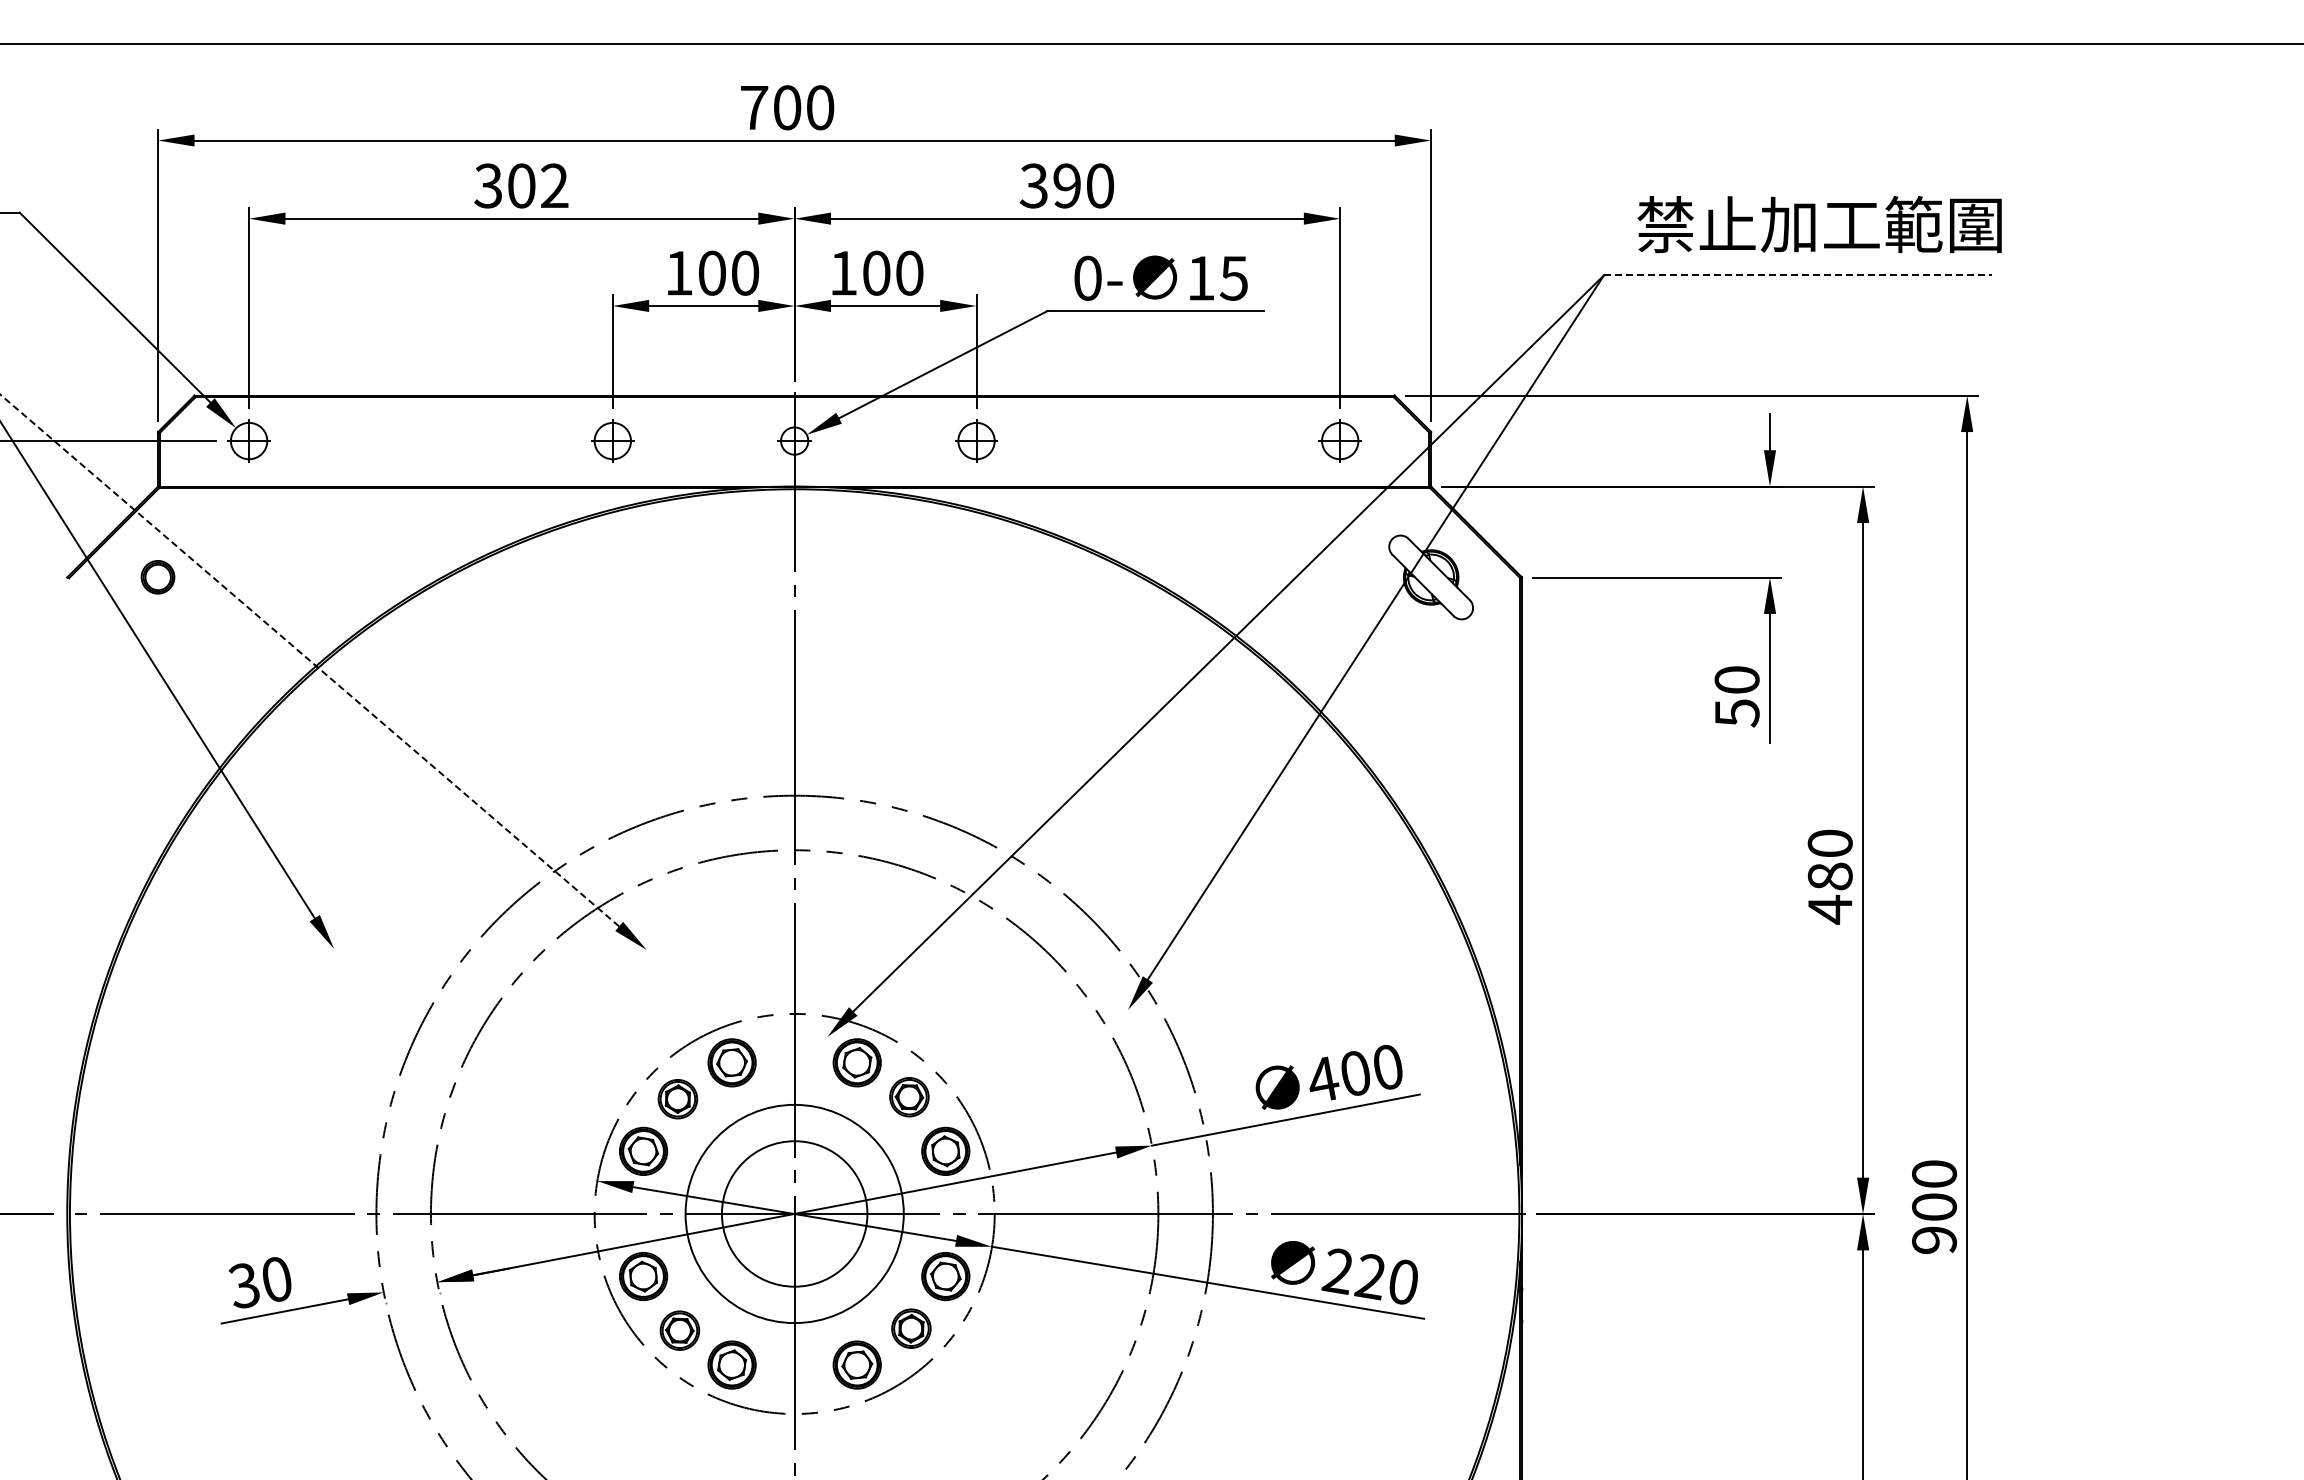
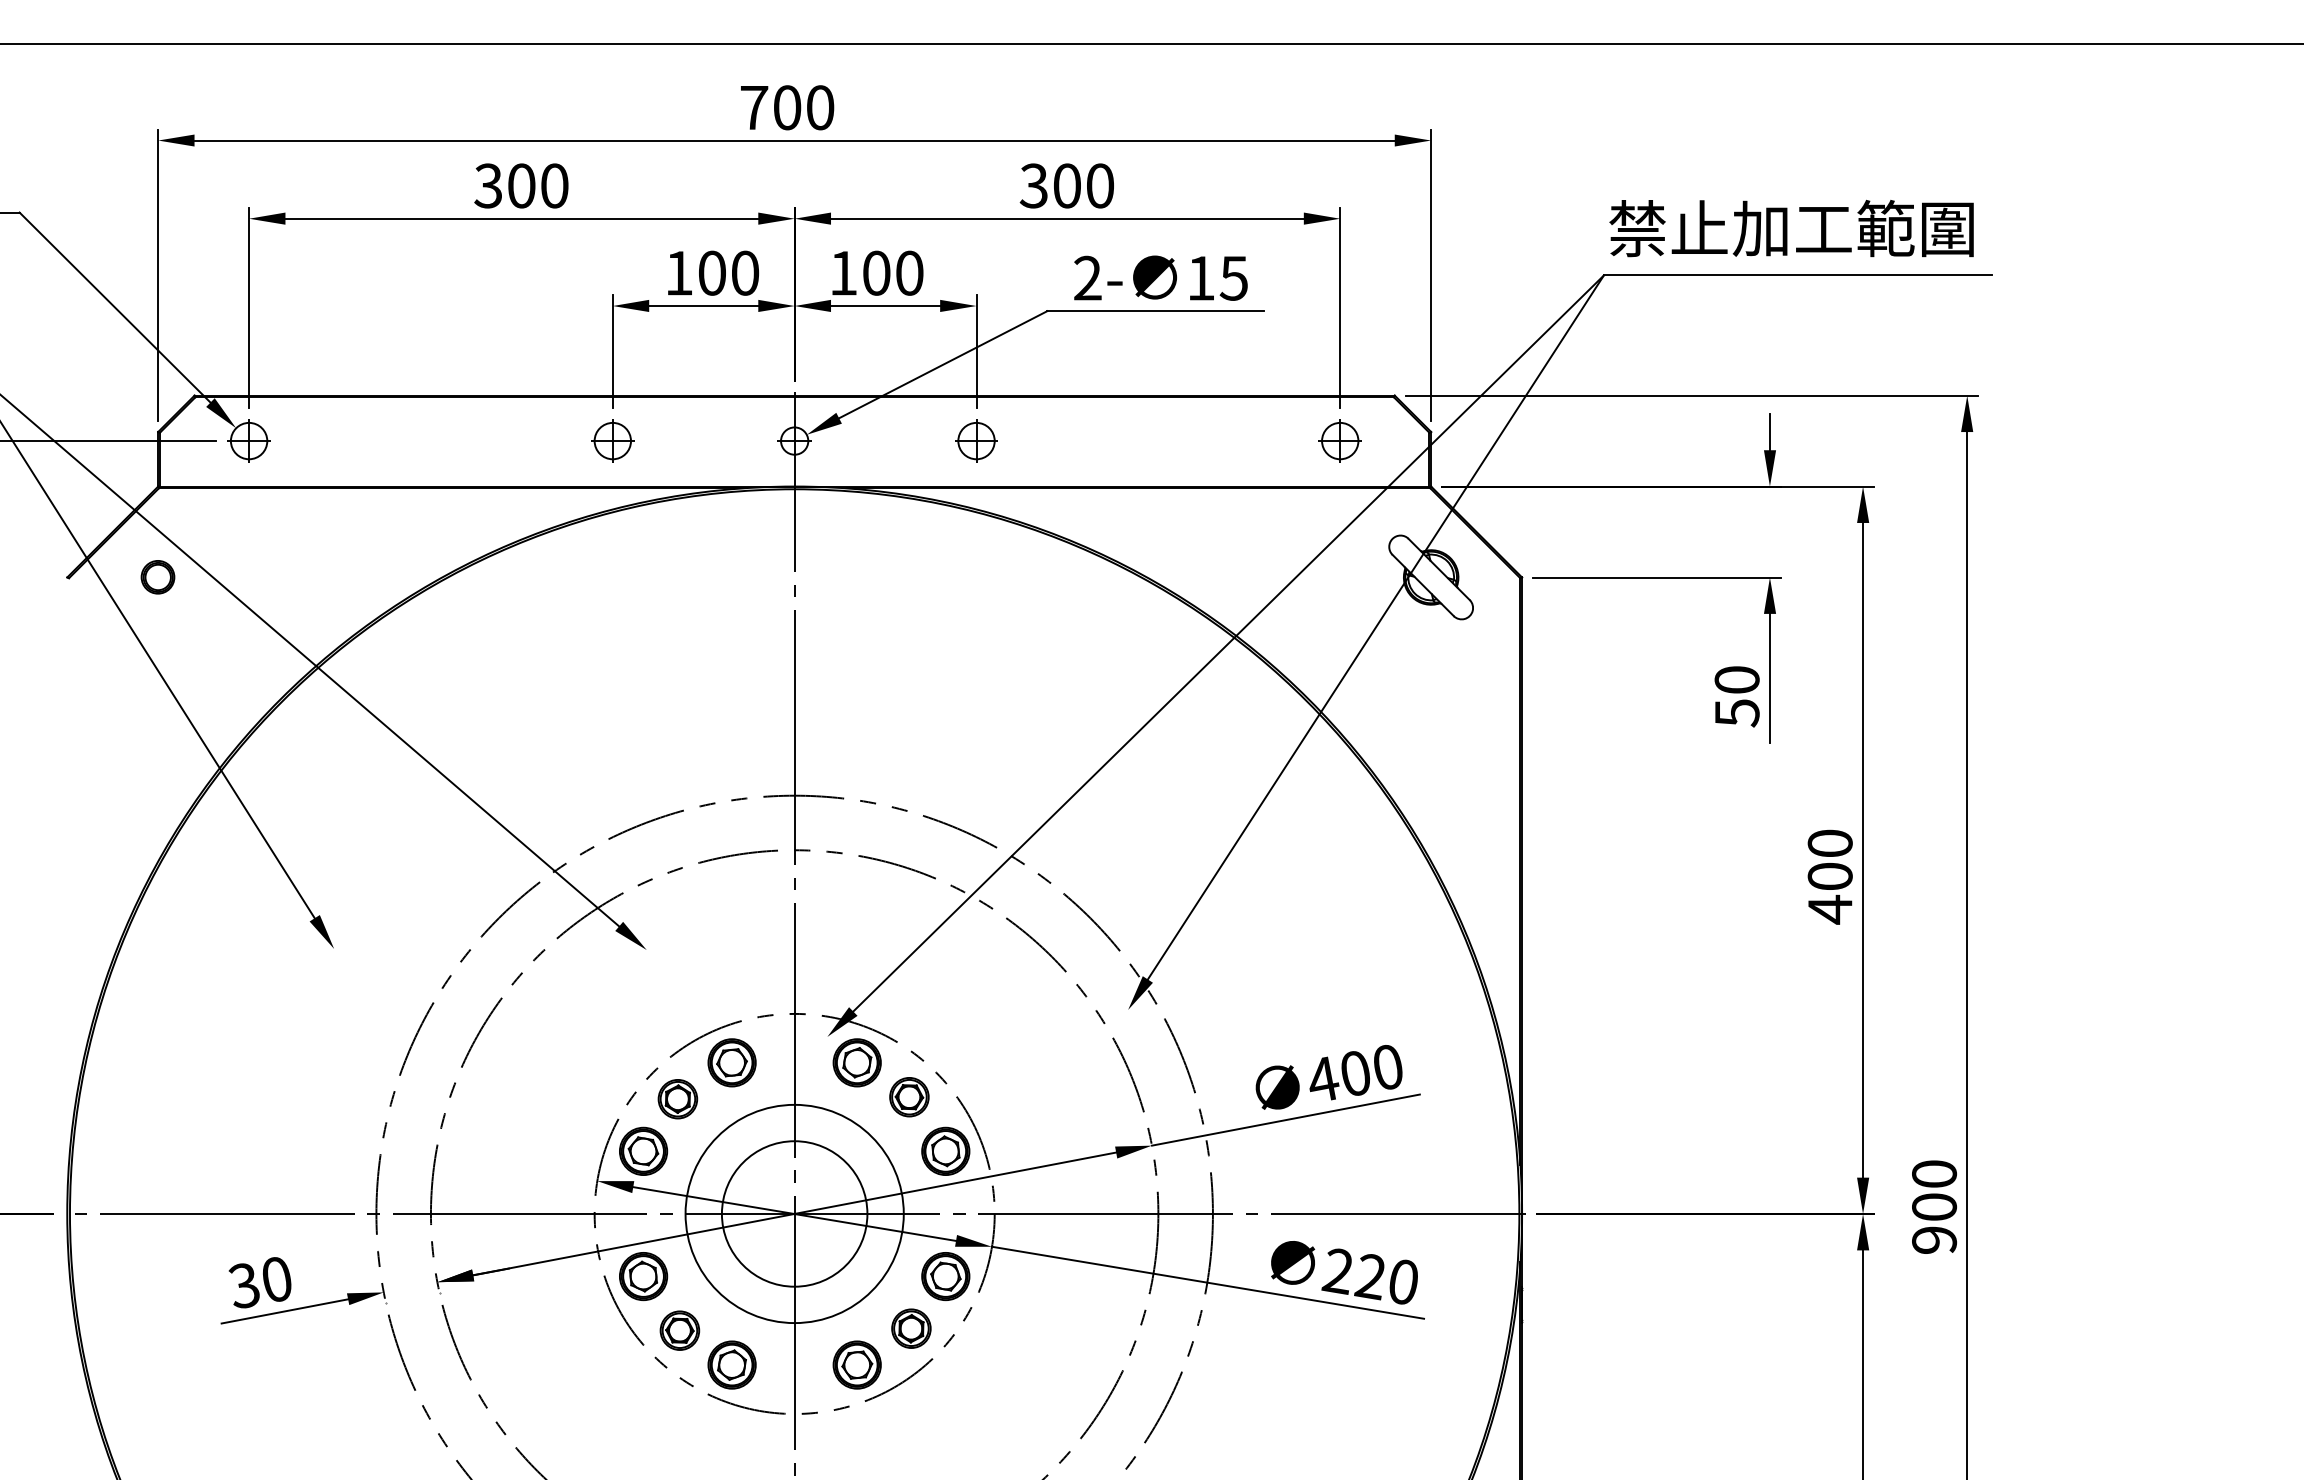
text at (554, 185): 302 -> 300
text at (1066, 185): 390 -> 300
text at (1819, 224) position: (1819, 224) -> (1791, 228)
line at (1798, 275): dashed -> solid
text at (1087, 277): 0- -> 2-
line at (309, 660): dashed -> solid
text at (1829, 876): 480 -> 400
